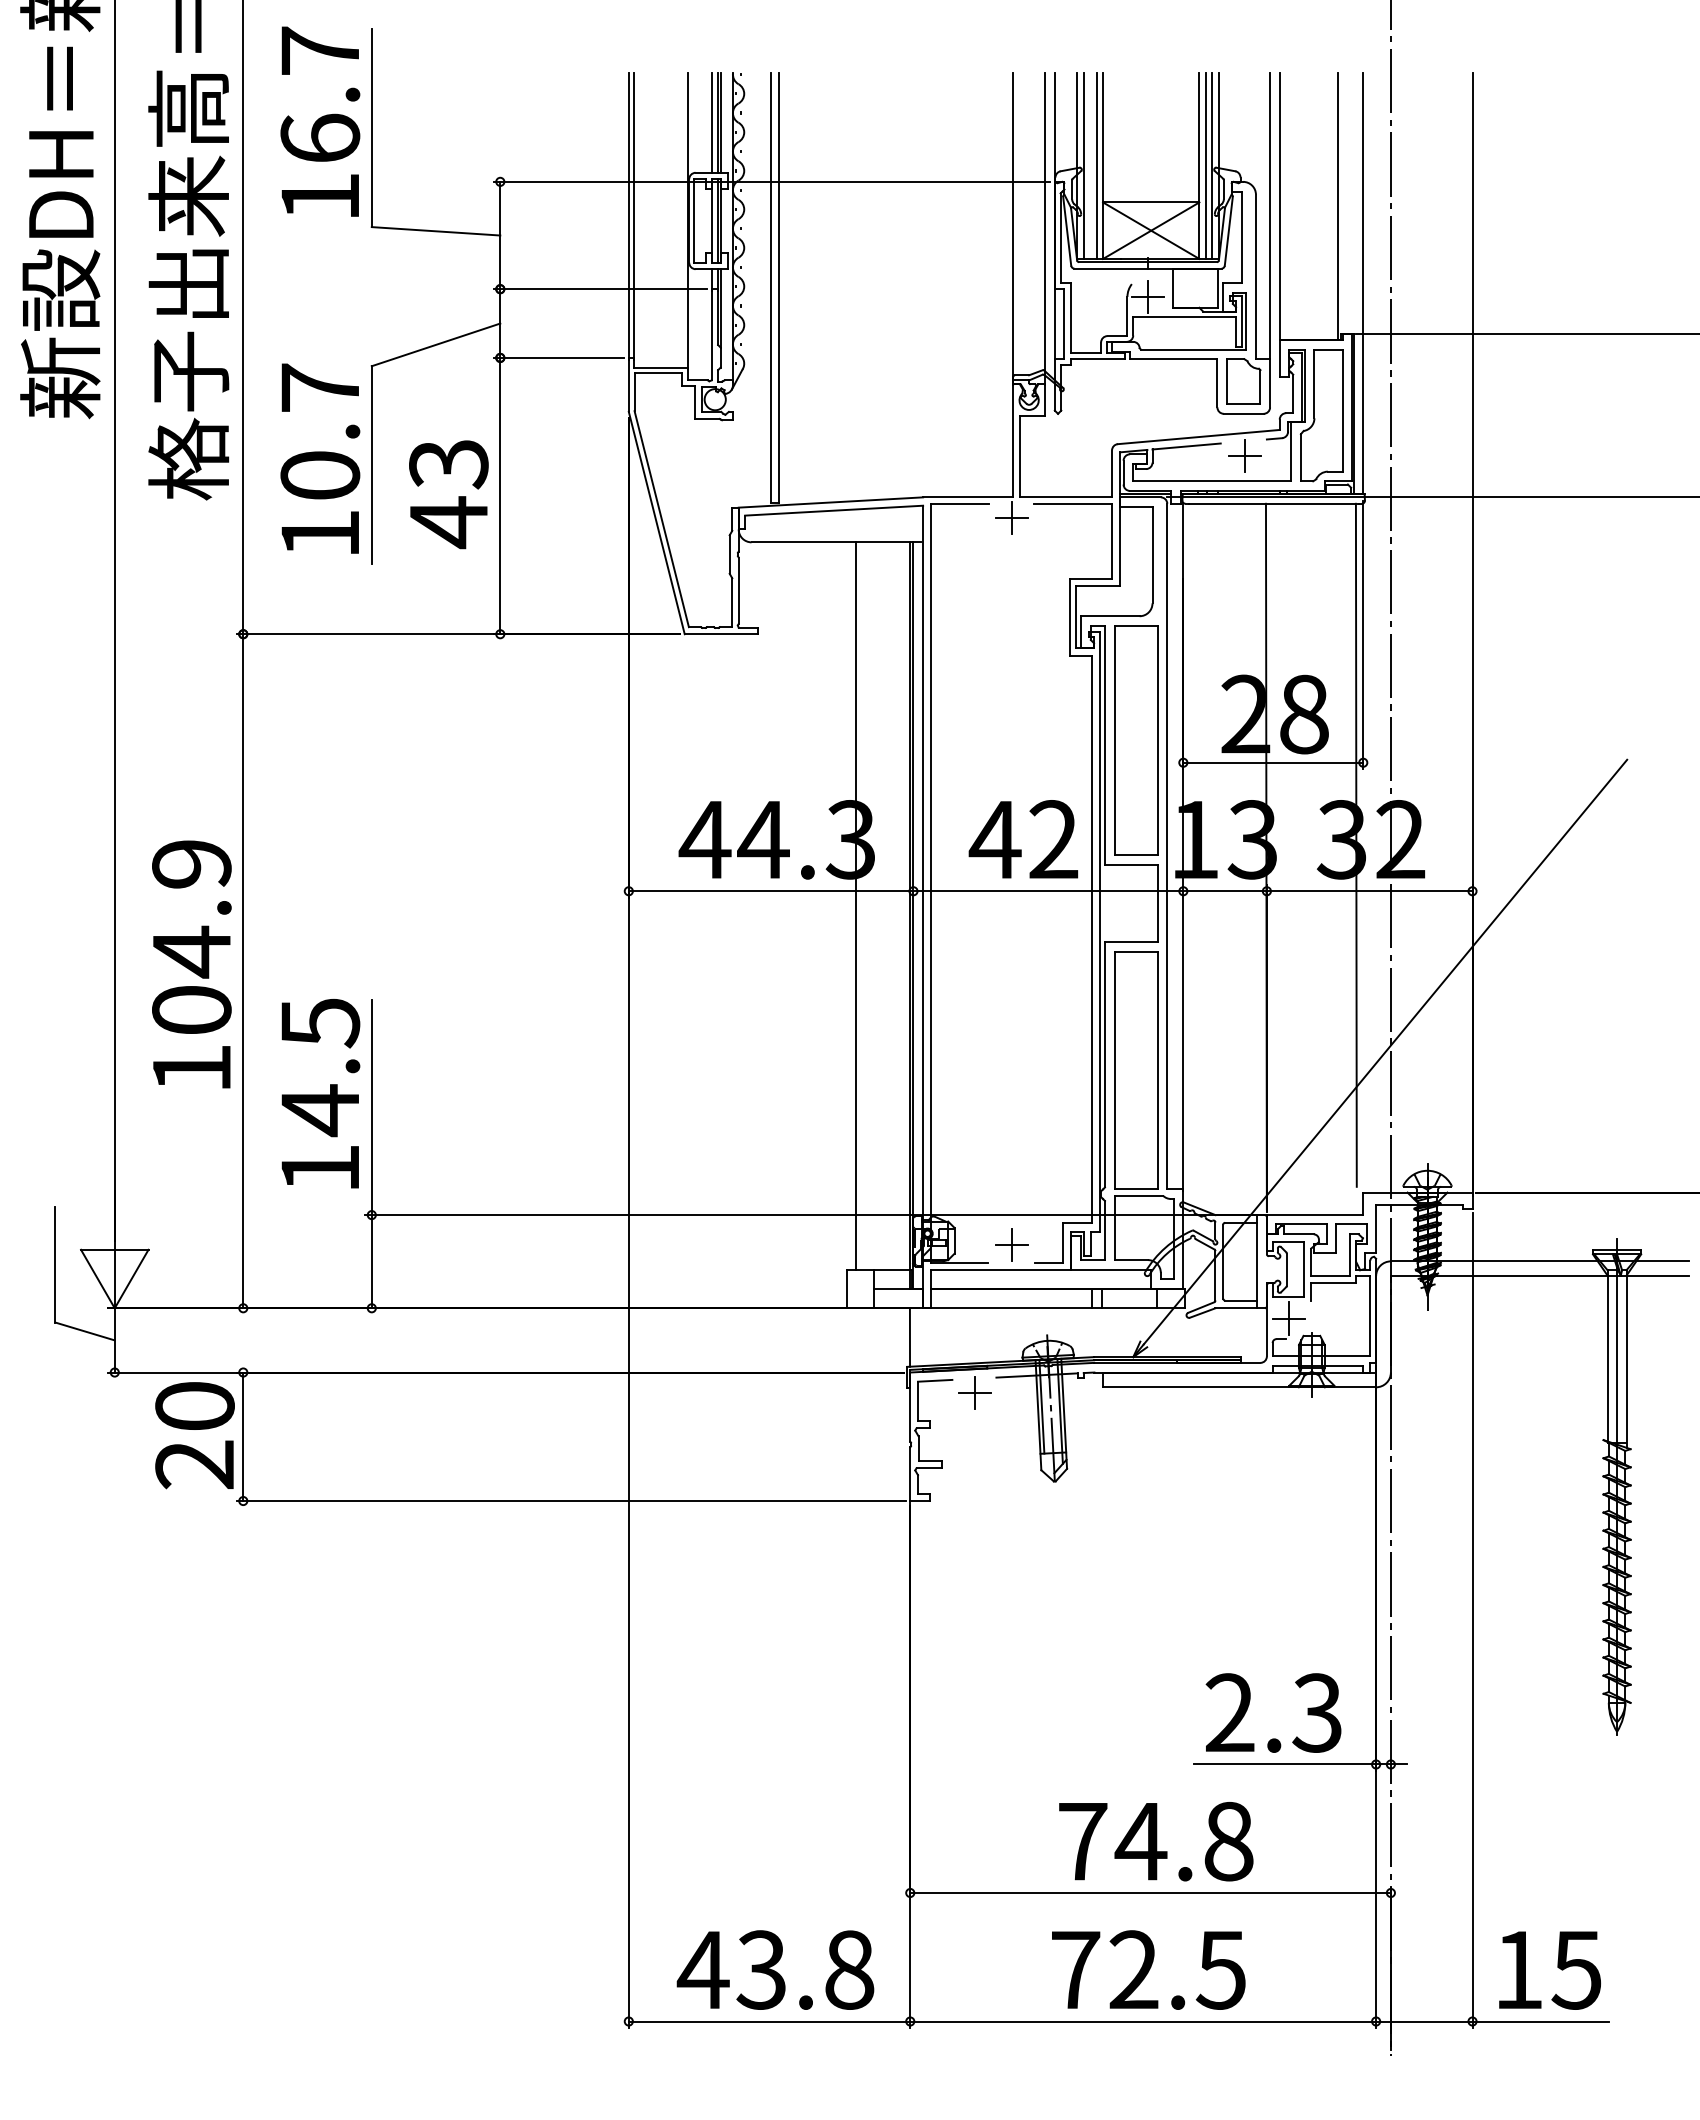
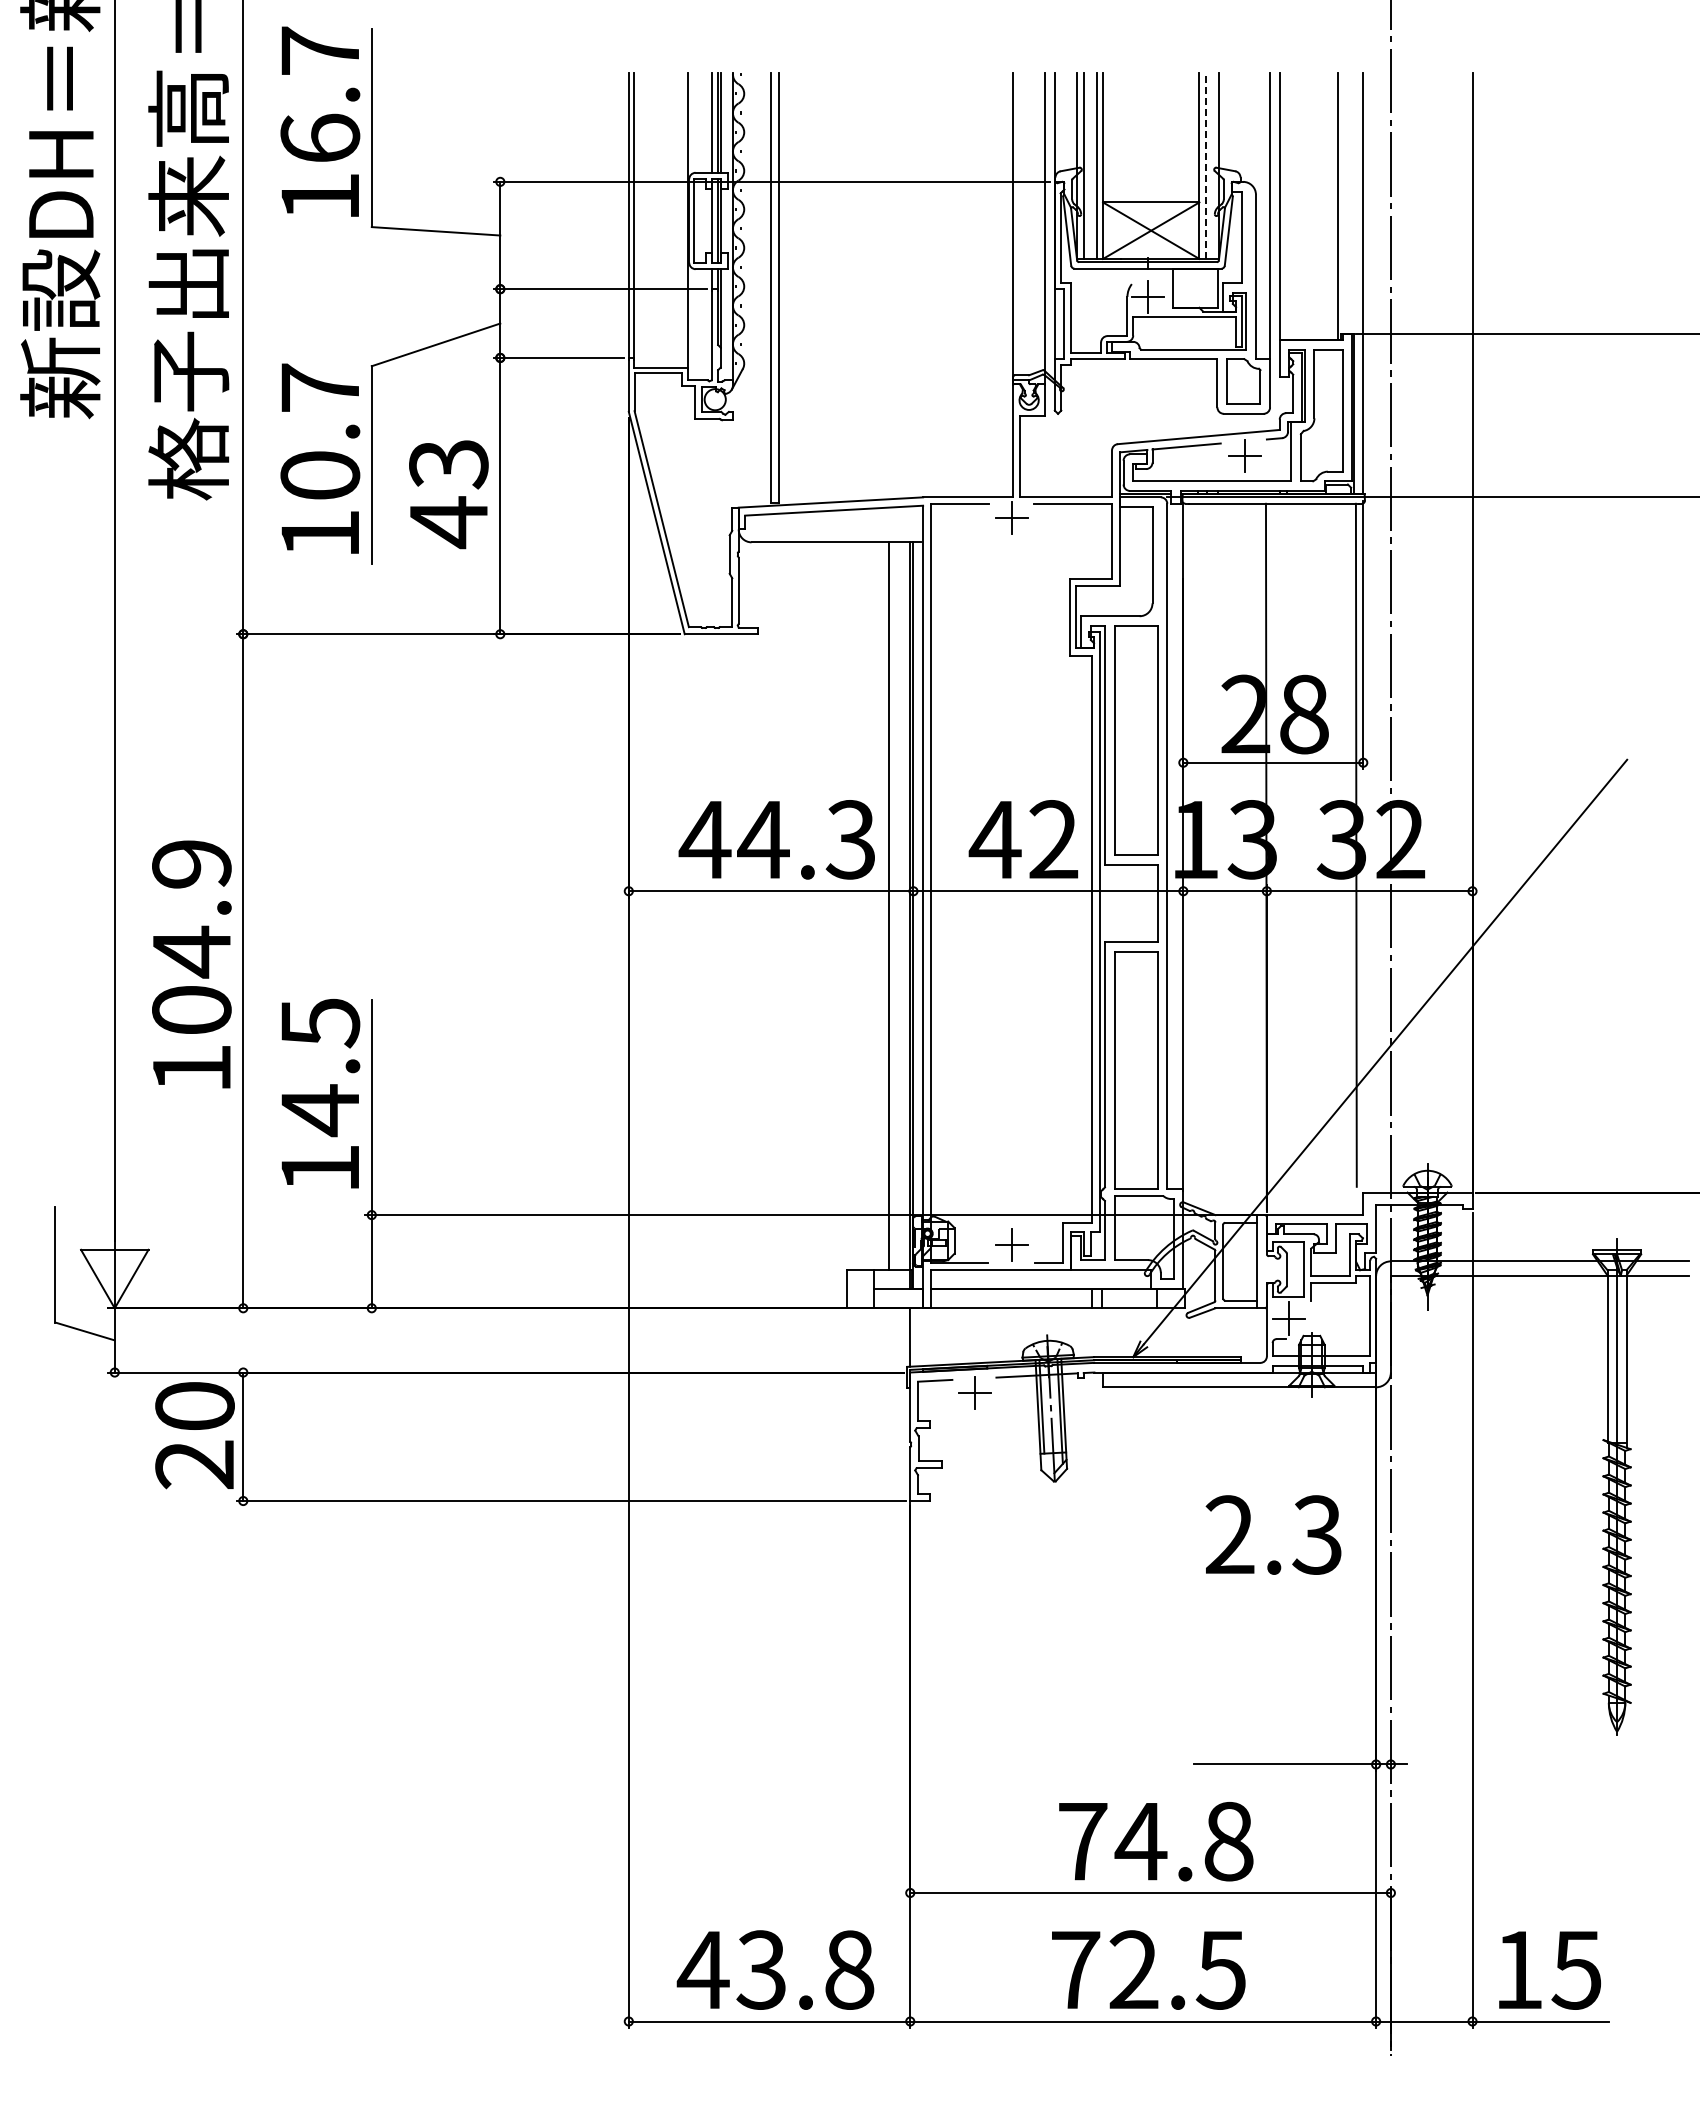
line at (1212, 165): present -> none
line at (1205, 166): solid -> dashed
line at (855, 905) position: (855, 905) -> (888, 905)
text at (1273, 1712) position: (1273, 1712) -> (1273, 1534)
